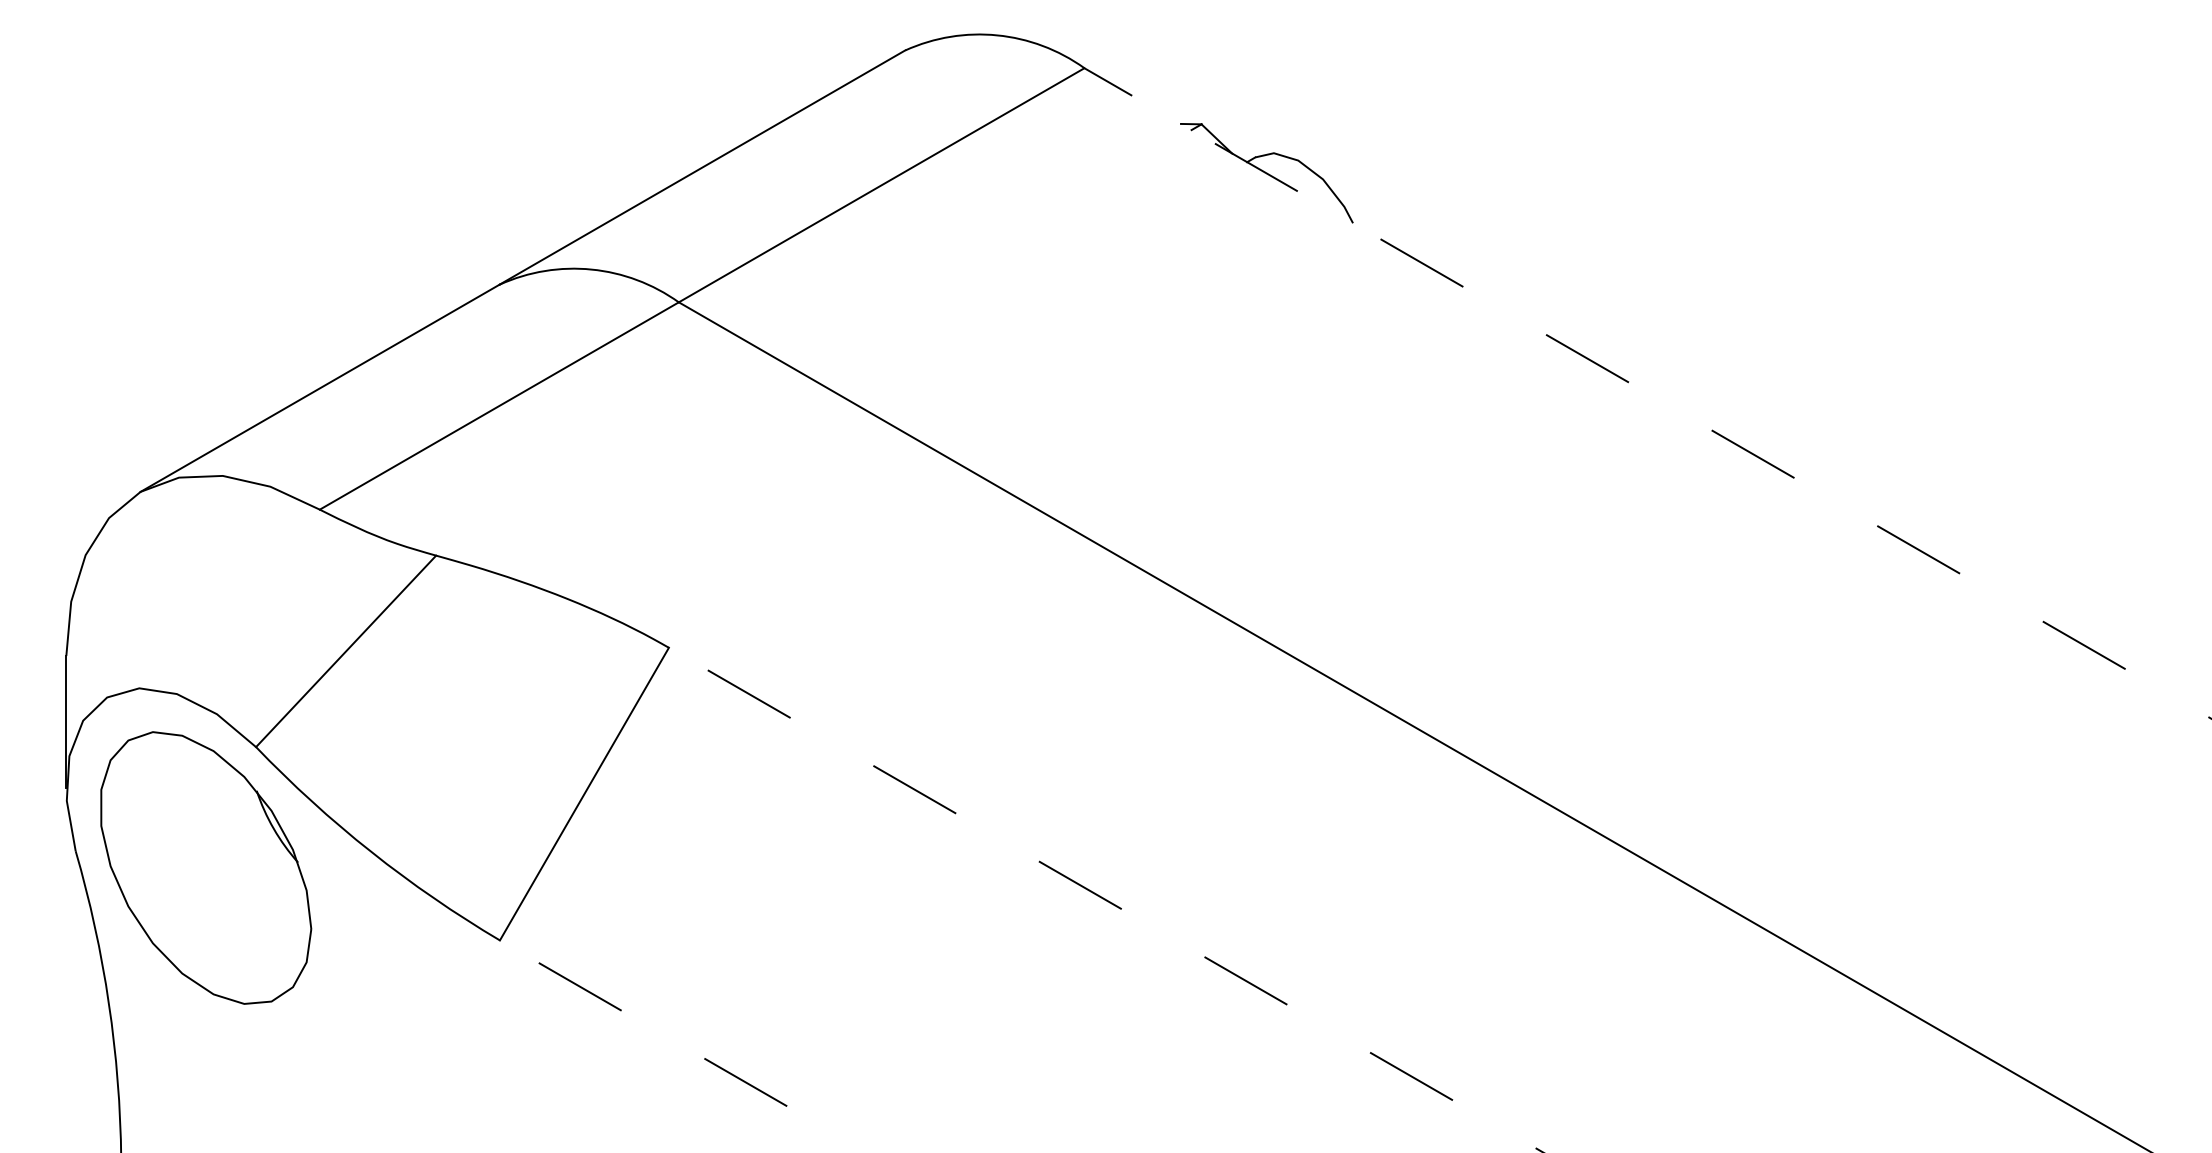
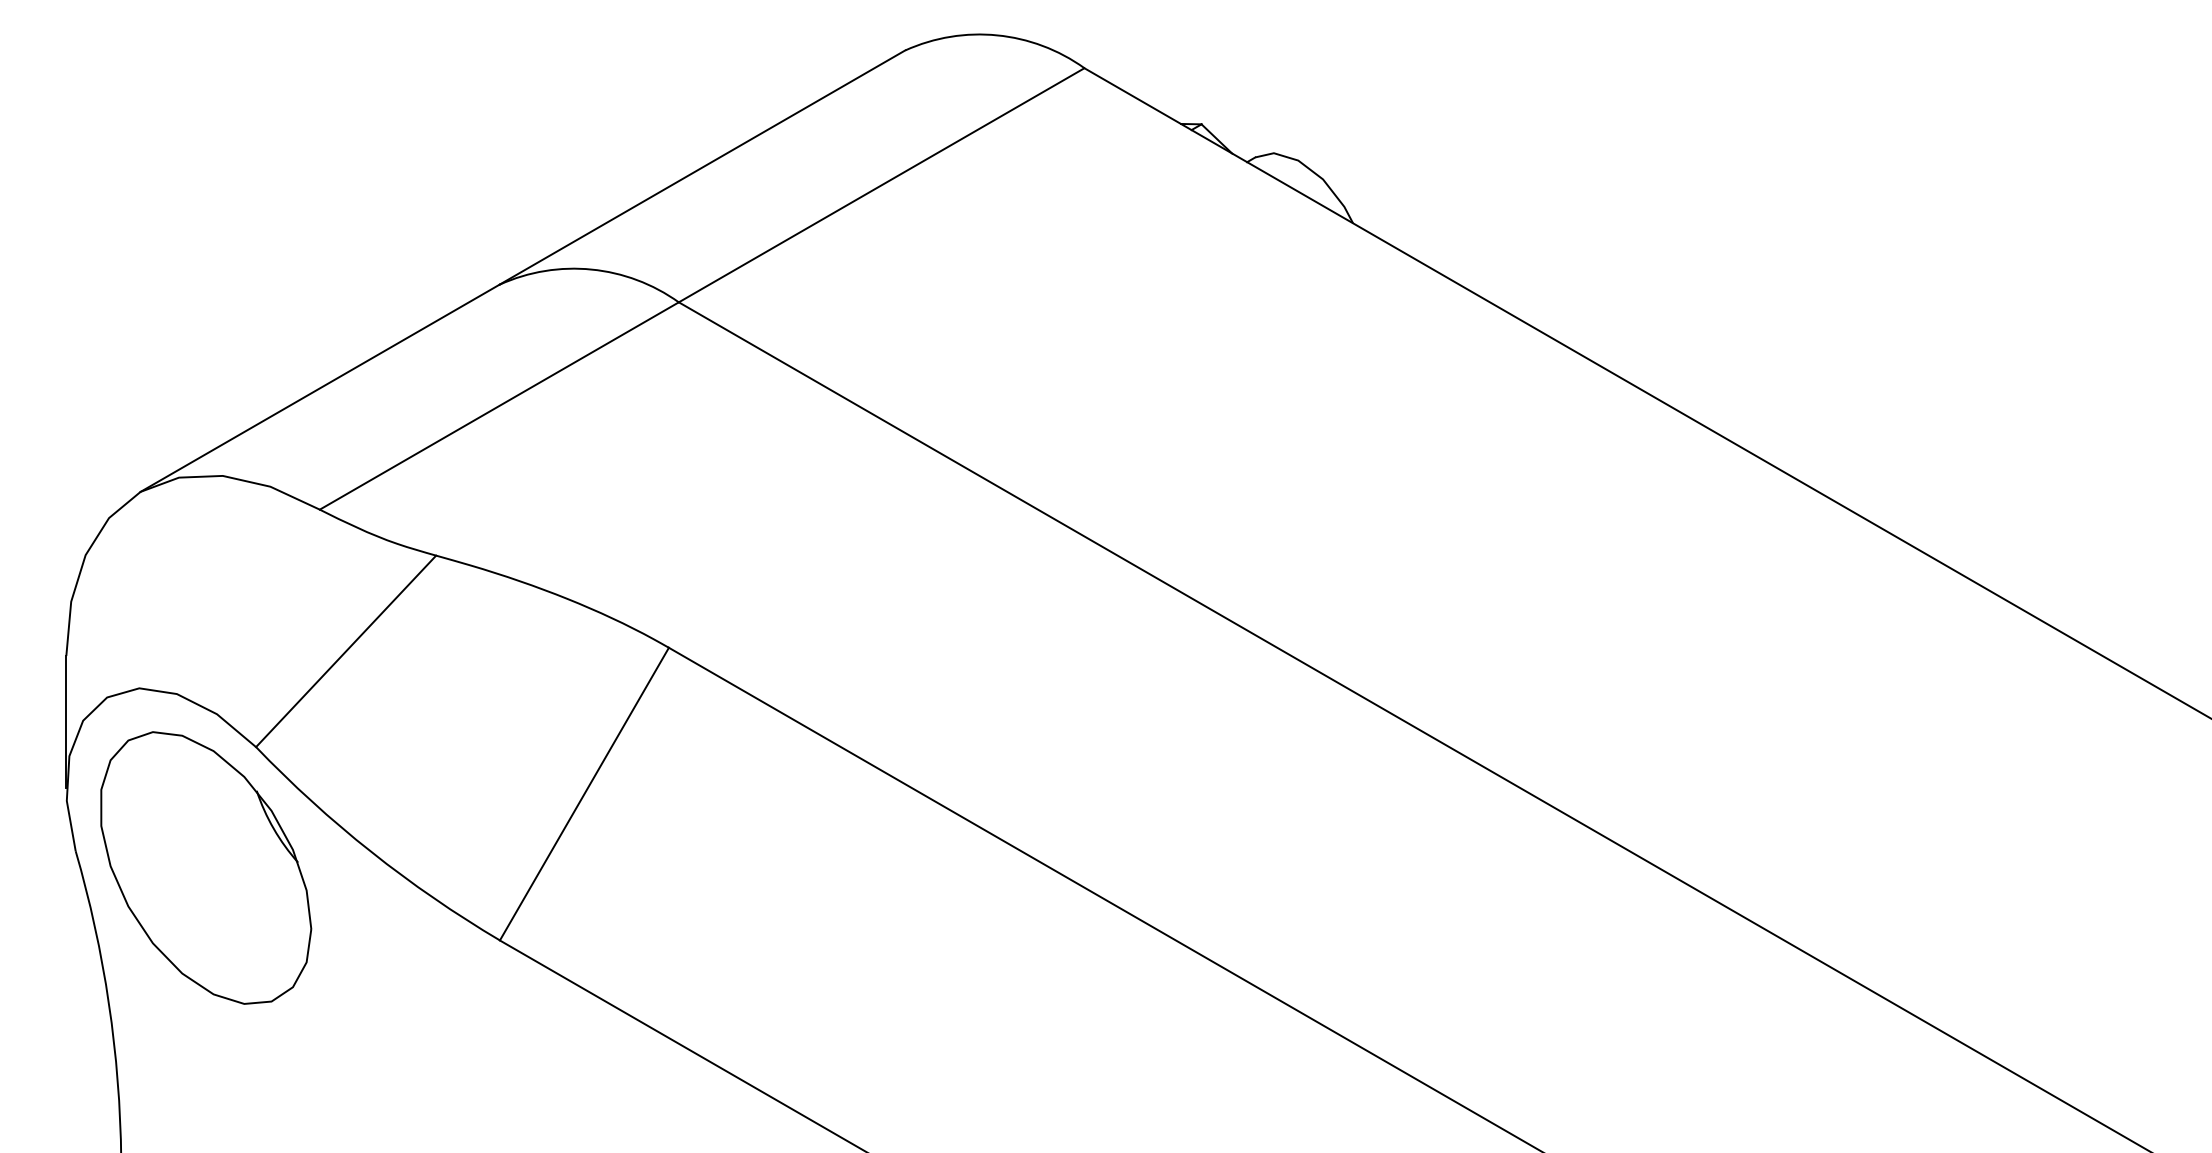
line at (1648, 393): dashed -> solid
line at (1106, 900): dashed -> solid
line at (683, 1046): dashed -> solid
